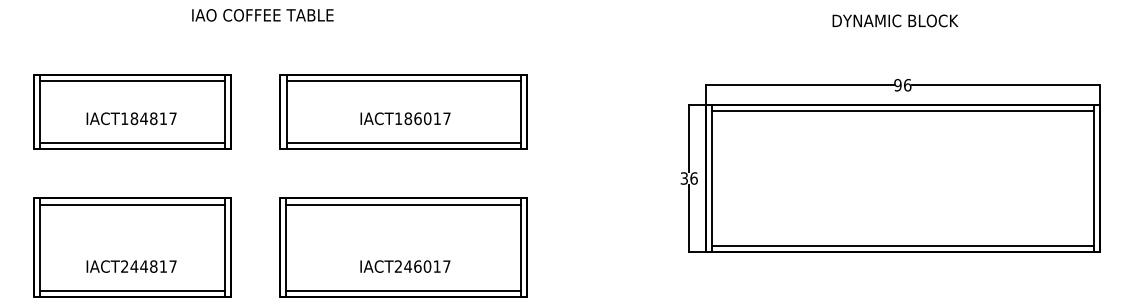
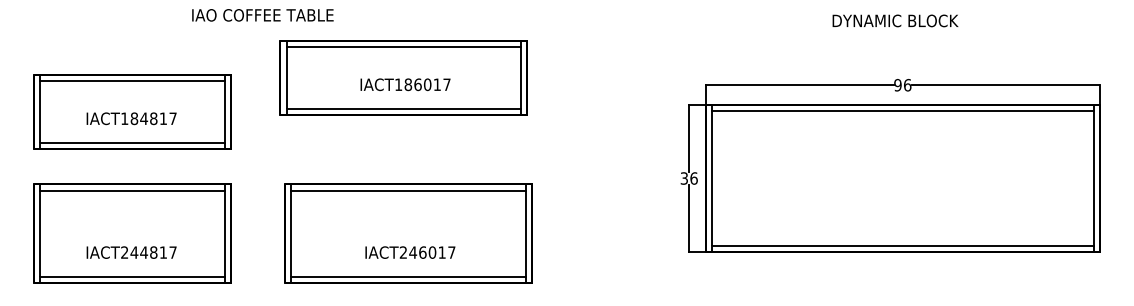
part at (403, 111) position: (403, 111) -> (403, 77)
part at (132, 247) position: (132, 247) -> (132, 233)
part at (403, 247) position: (403, 247) -> (408, 233)
